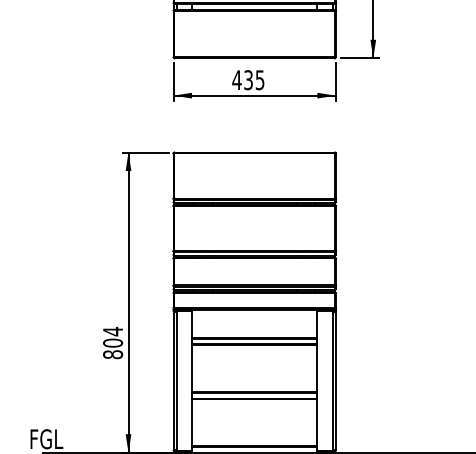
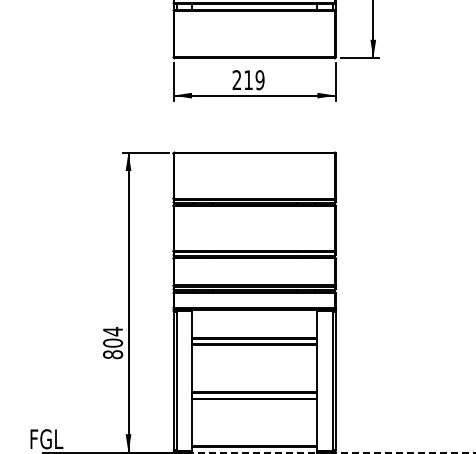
text at (248, 80): 435 -> 219
line at (326, 452): solid -> dashed
